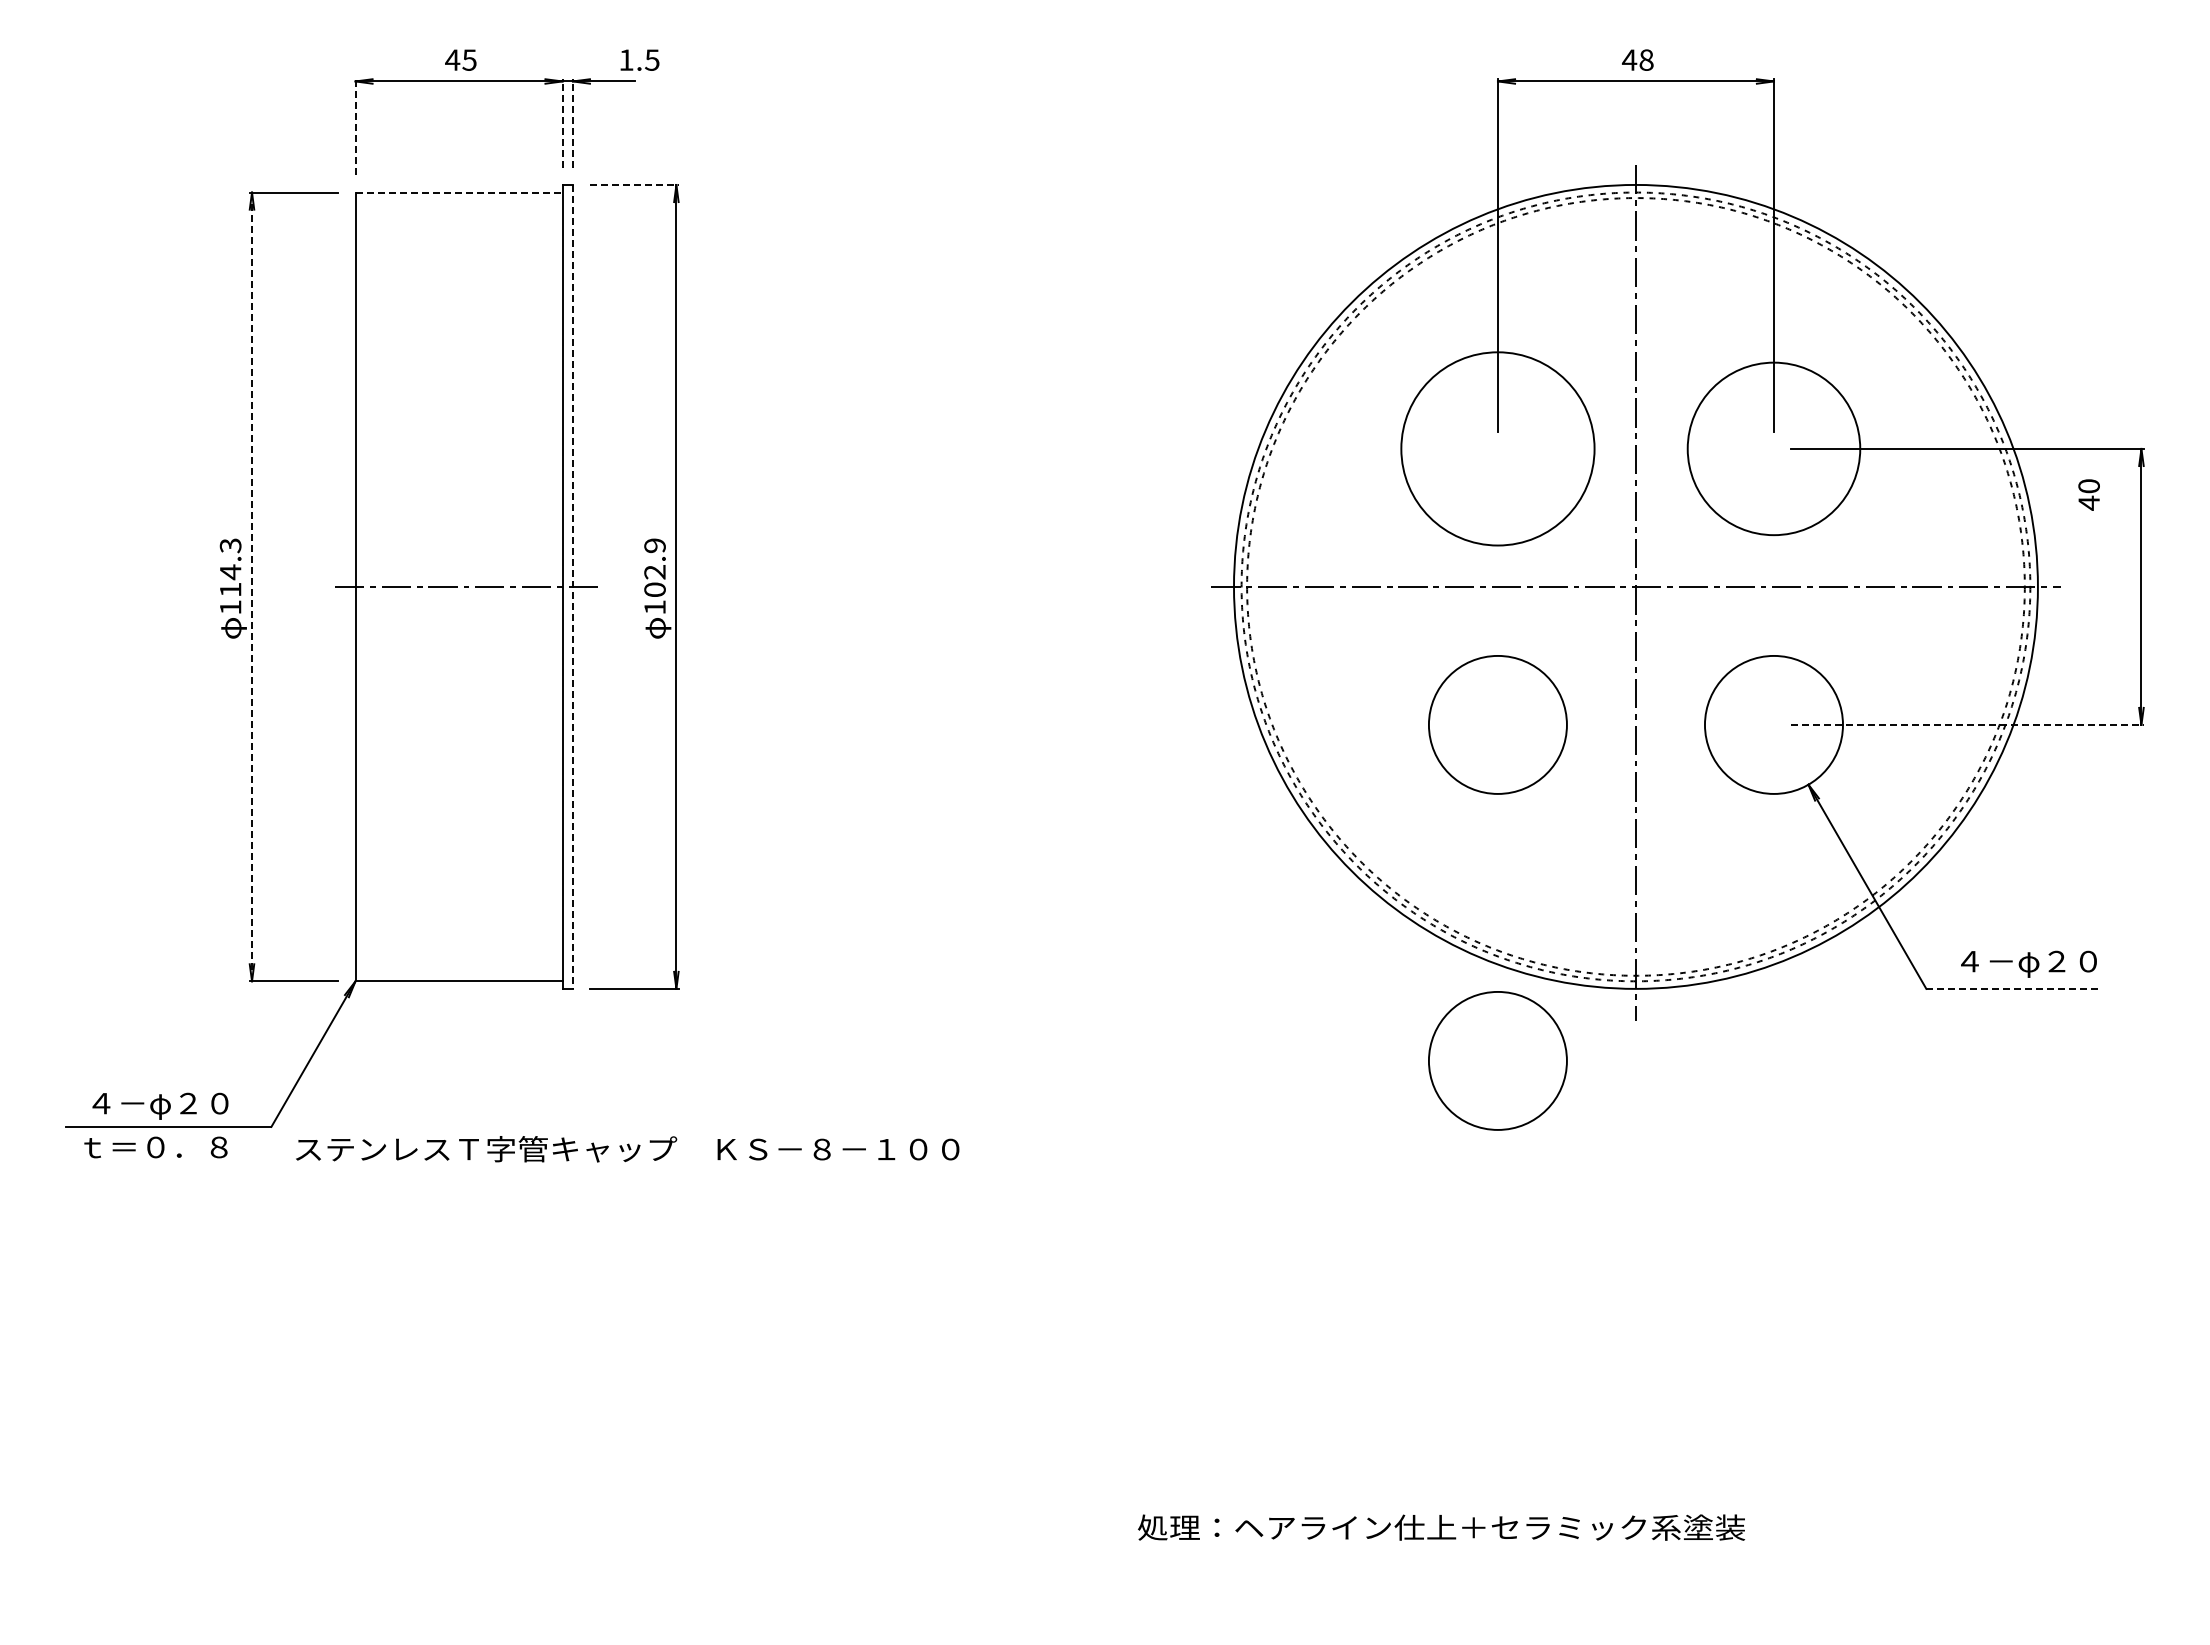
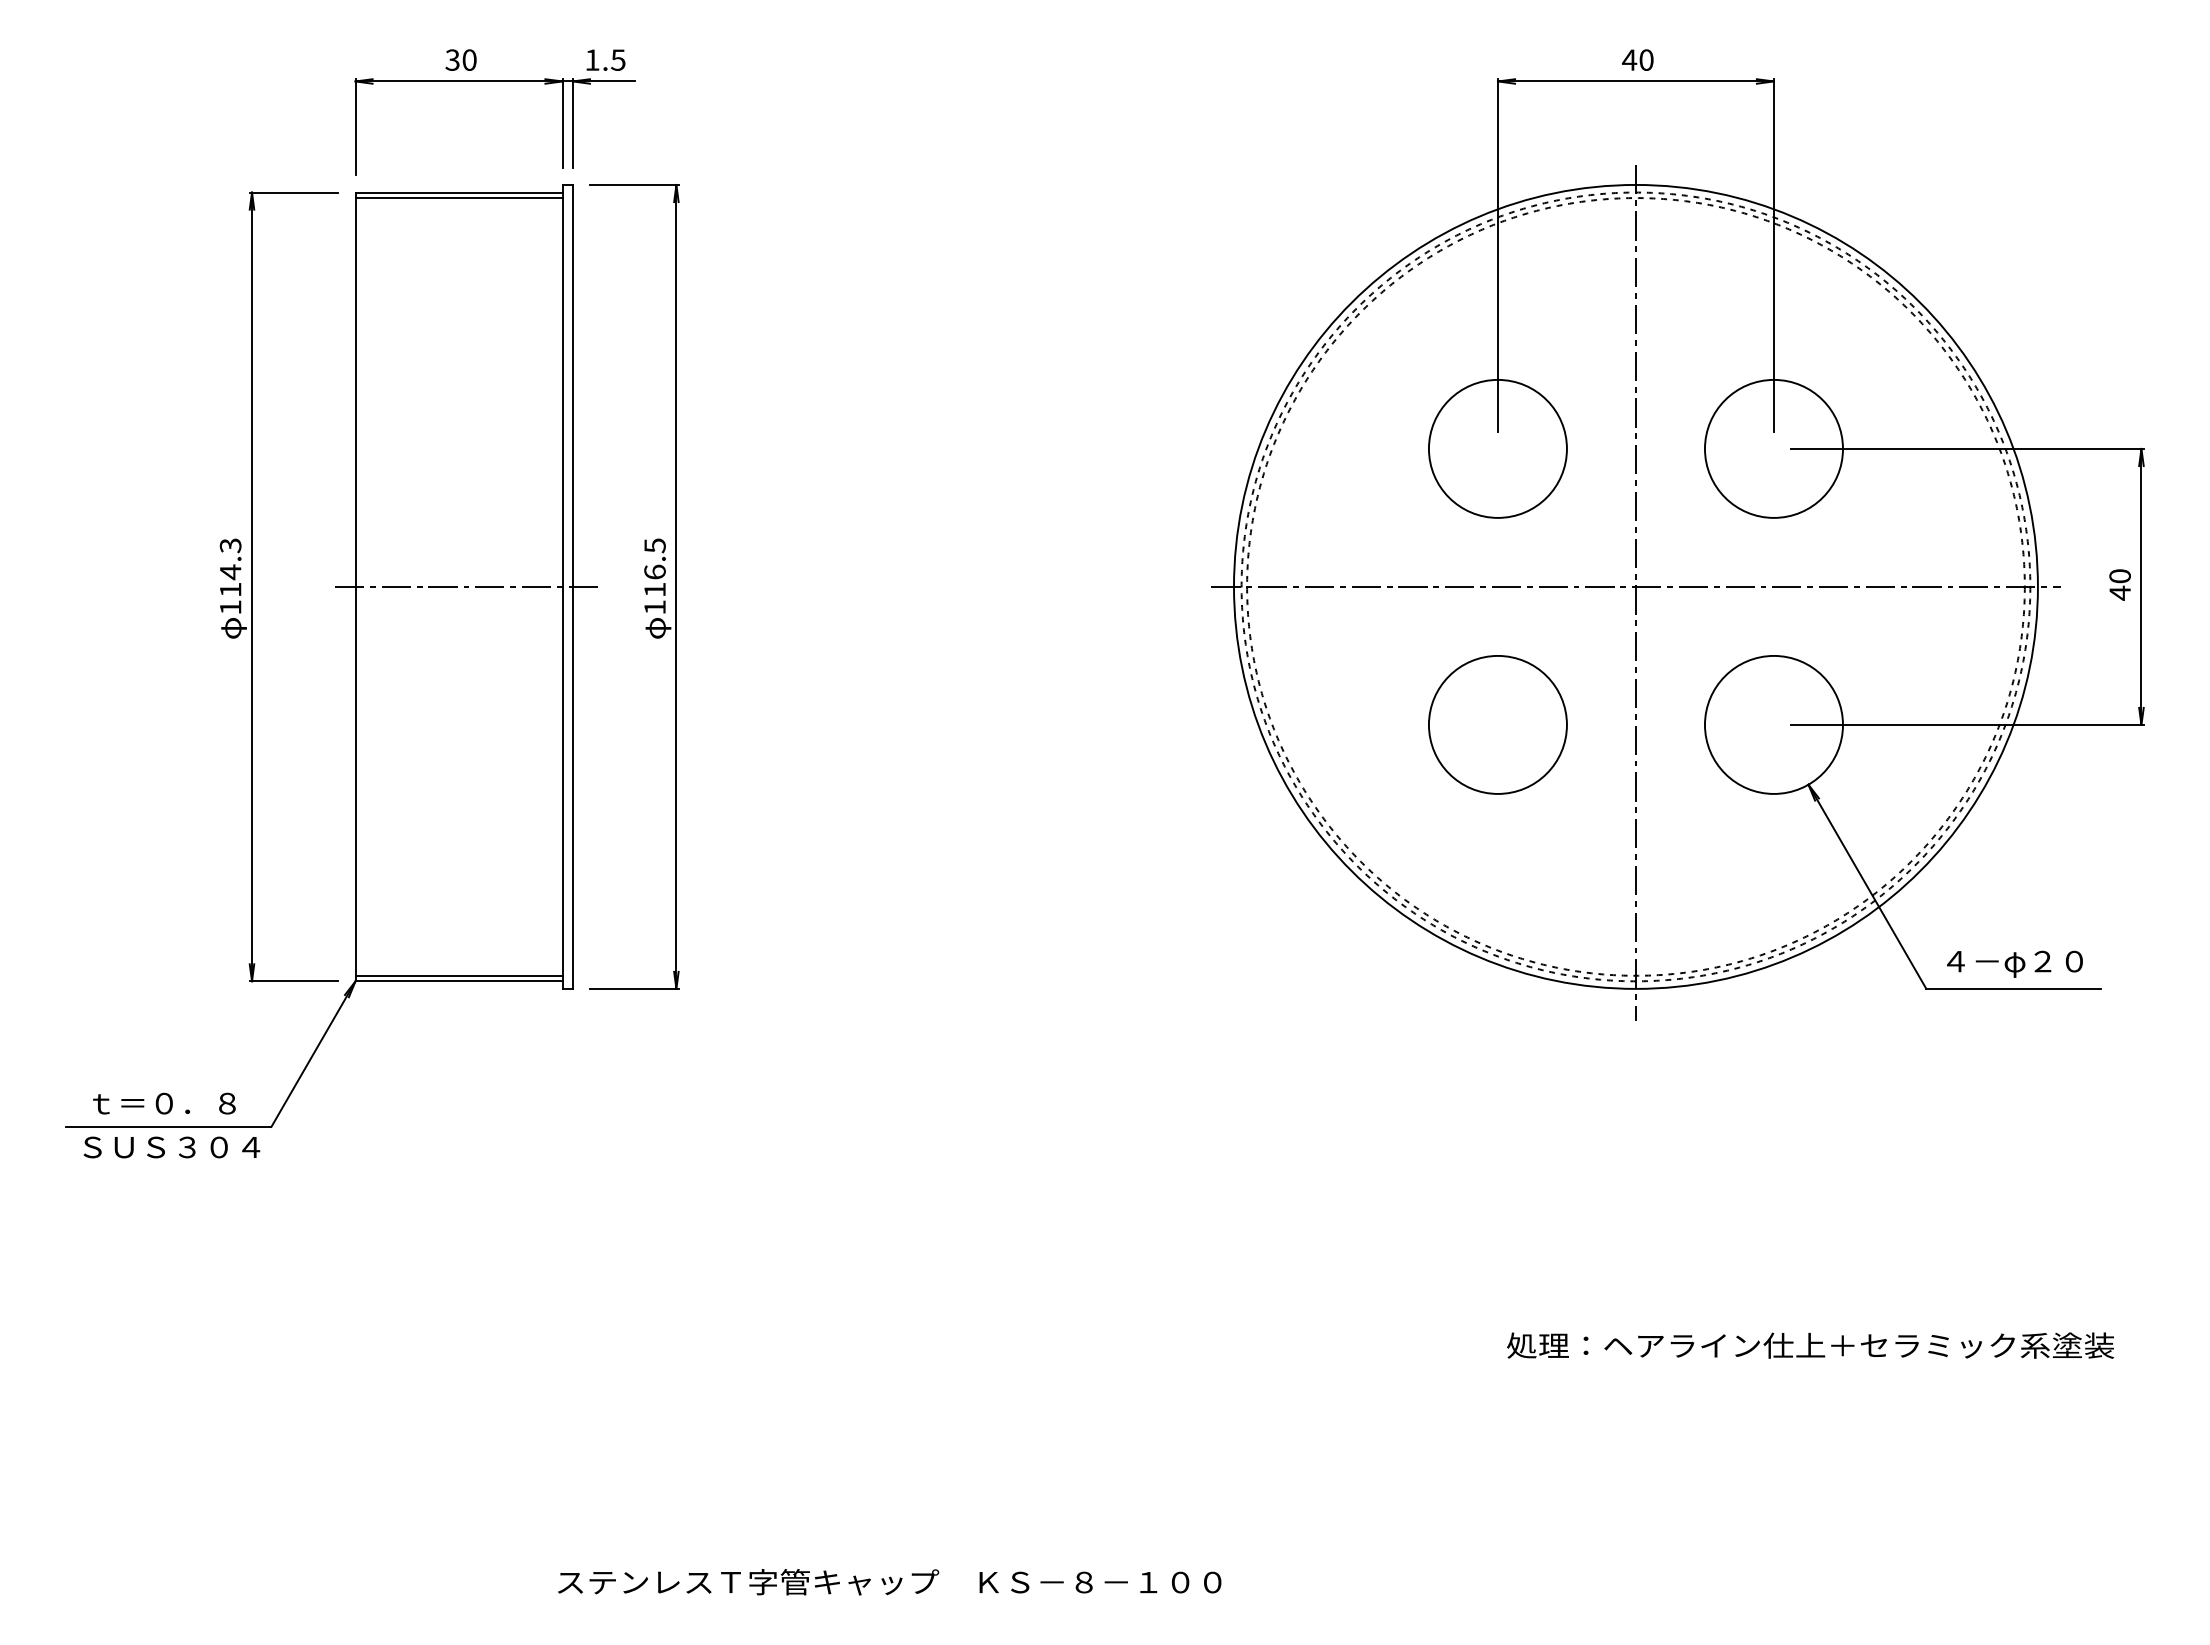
text at (460, 59): 45 -> 30
text at (639, 59) position: (639, 59) -> (605, 59)
text at (1646, 60): 48 -> 40
line at (562, 123): dashed -> solid
line at (572, 123): dashed -> solid
line at (355, 127): dashed -> solid
line at (634, 184): dashed -> solid
line at (459, 192): dashed -> solid
line at (458, 198): none -> present
circle at (1497, 448) diameter: 193 px -> 138 px
circle at (1773, 448) diameter: 173 px -> 138 px
text at (2088, 494) position: (2088, 494) -> (2119, 584)
text at (654, 567): 102.9 -> 116.5
line at (252, 586): dashed -> solid
line at (572, 586): dashed -> solid
line at (1967, 724): dashed -> solid
text at (2028, 963) position: (2028, 963) -> (2014, 963)
line at (458, 975): none -> present
line at (2014, 988): dashed -> solid
circle at (1497, 1060): present -> none
text at (163, 1105): ４－φ２０ -> ｔ＝０．８
text at (171, 1147): ｔ＝０．８ -> ＳＵＳ３０４
text at (627, 1149) position: (627, 1149) -> (889, 1582)
text at (1441, 1527) position: (1441, 1527) -> (1810, 1345)
